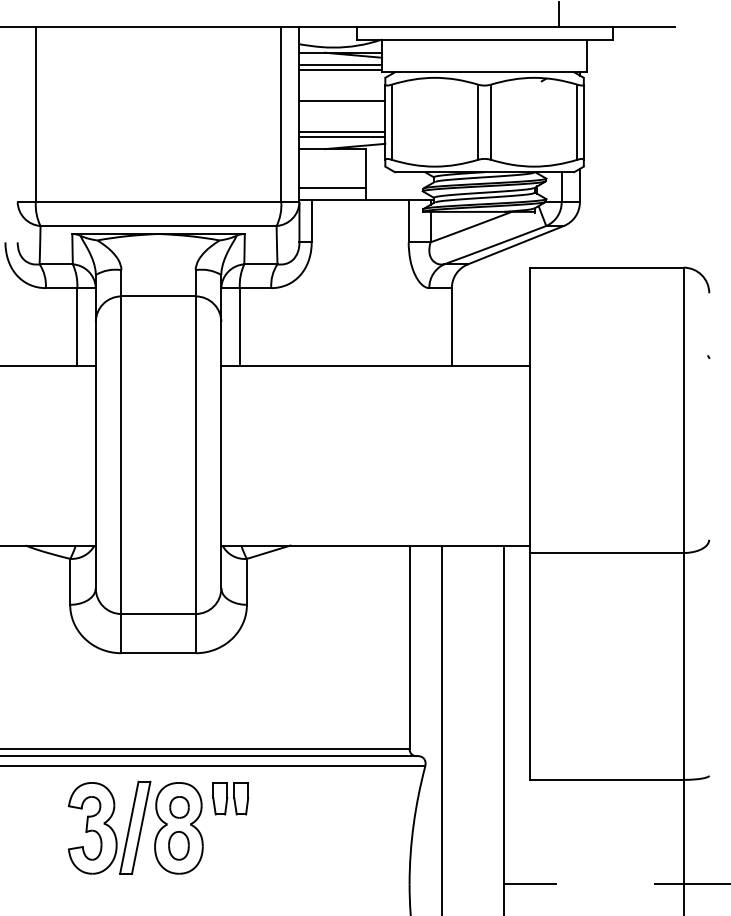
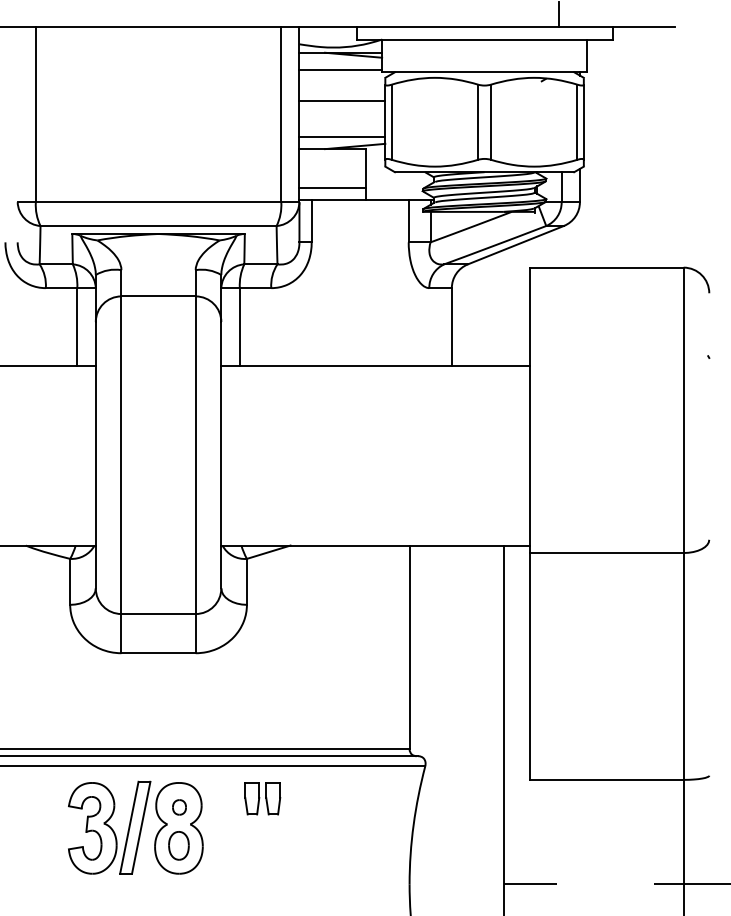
line at (340, 64): present -> none
line at (342, 132): present -> none
line at (441, 728): present -> none
part at (230, 798) position: (230, 798) -> (262, 798)
part at (179, 807) size: 21x23 px -> 15x17 px
